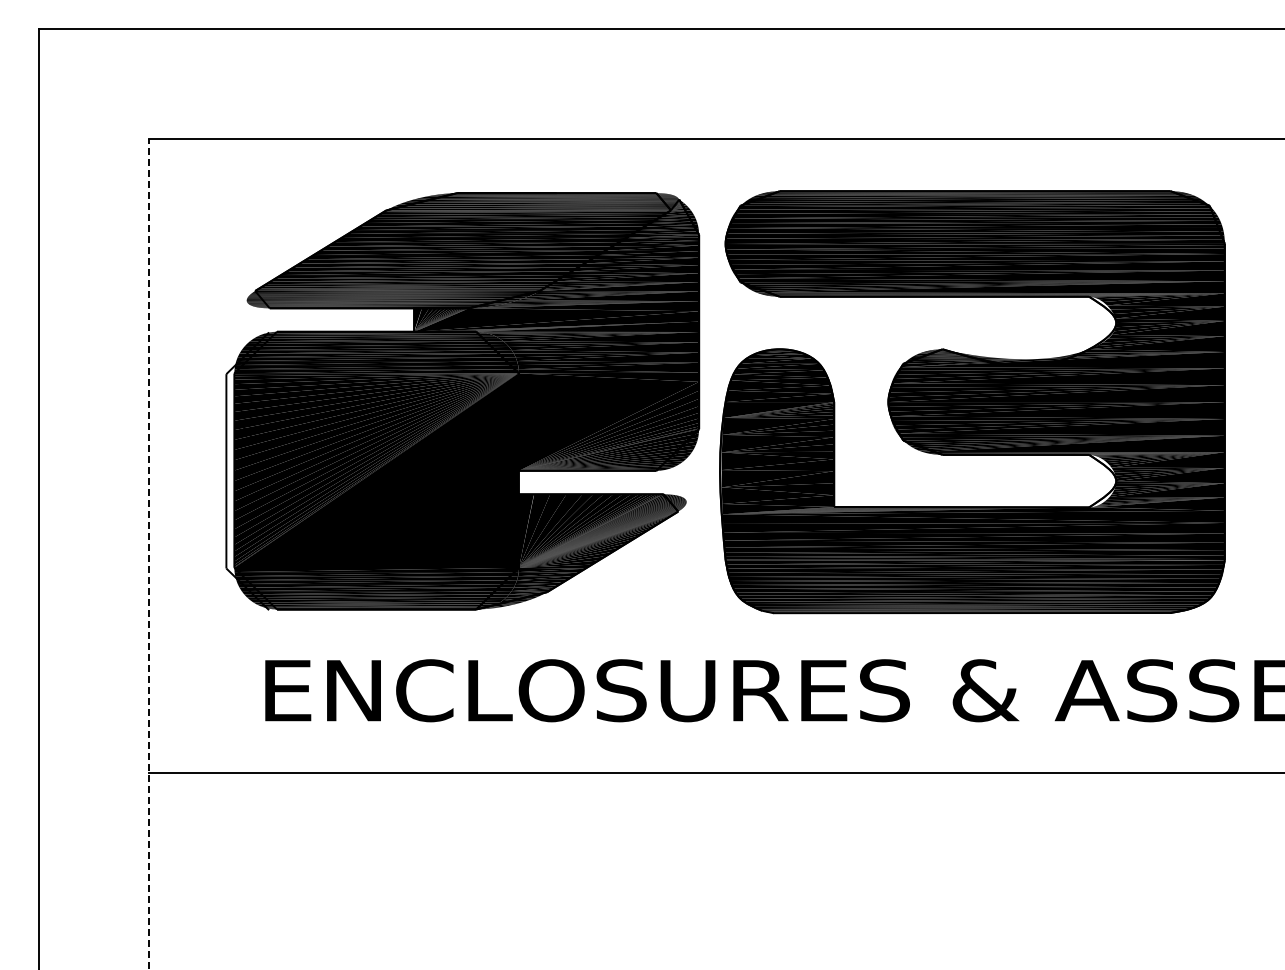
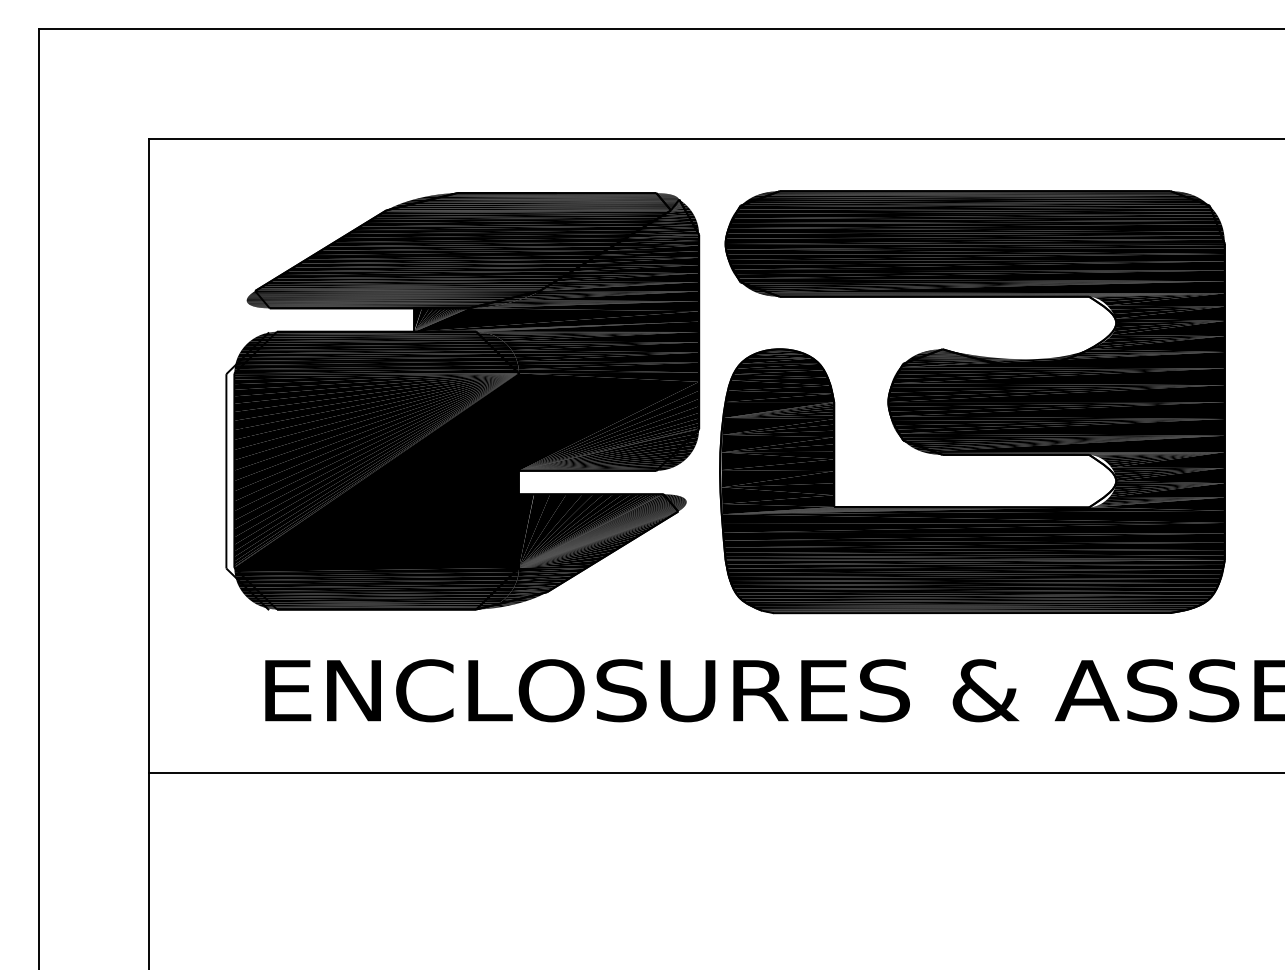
line at (148, 554): dashed -> solid
